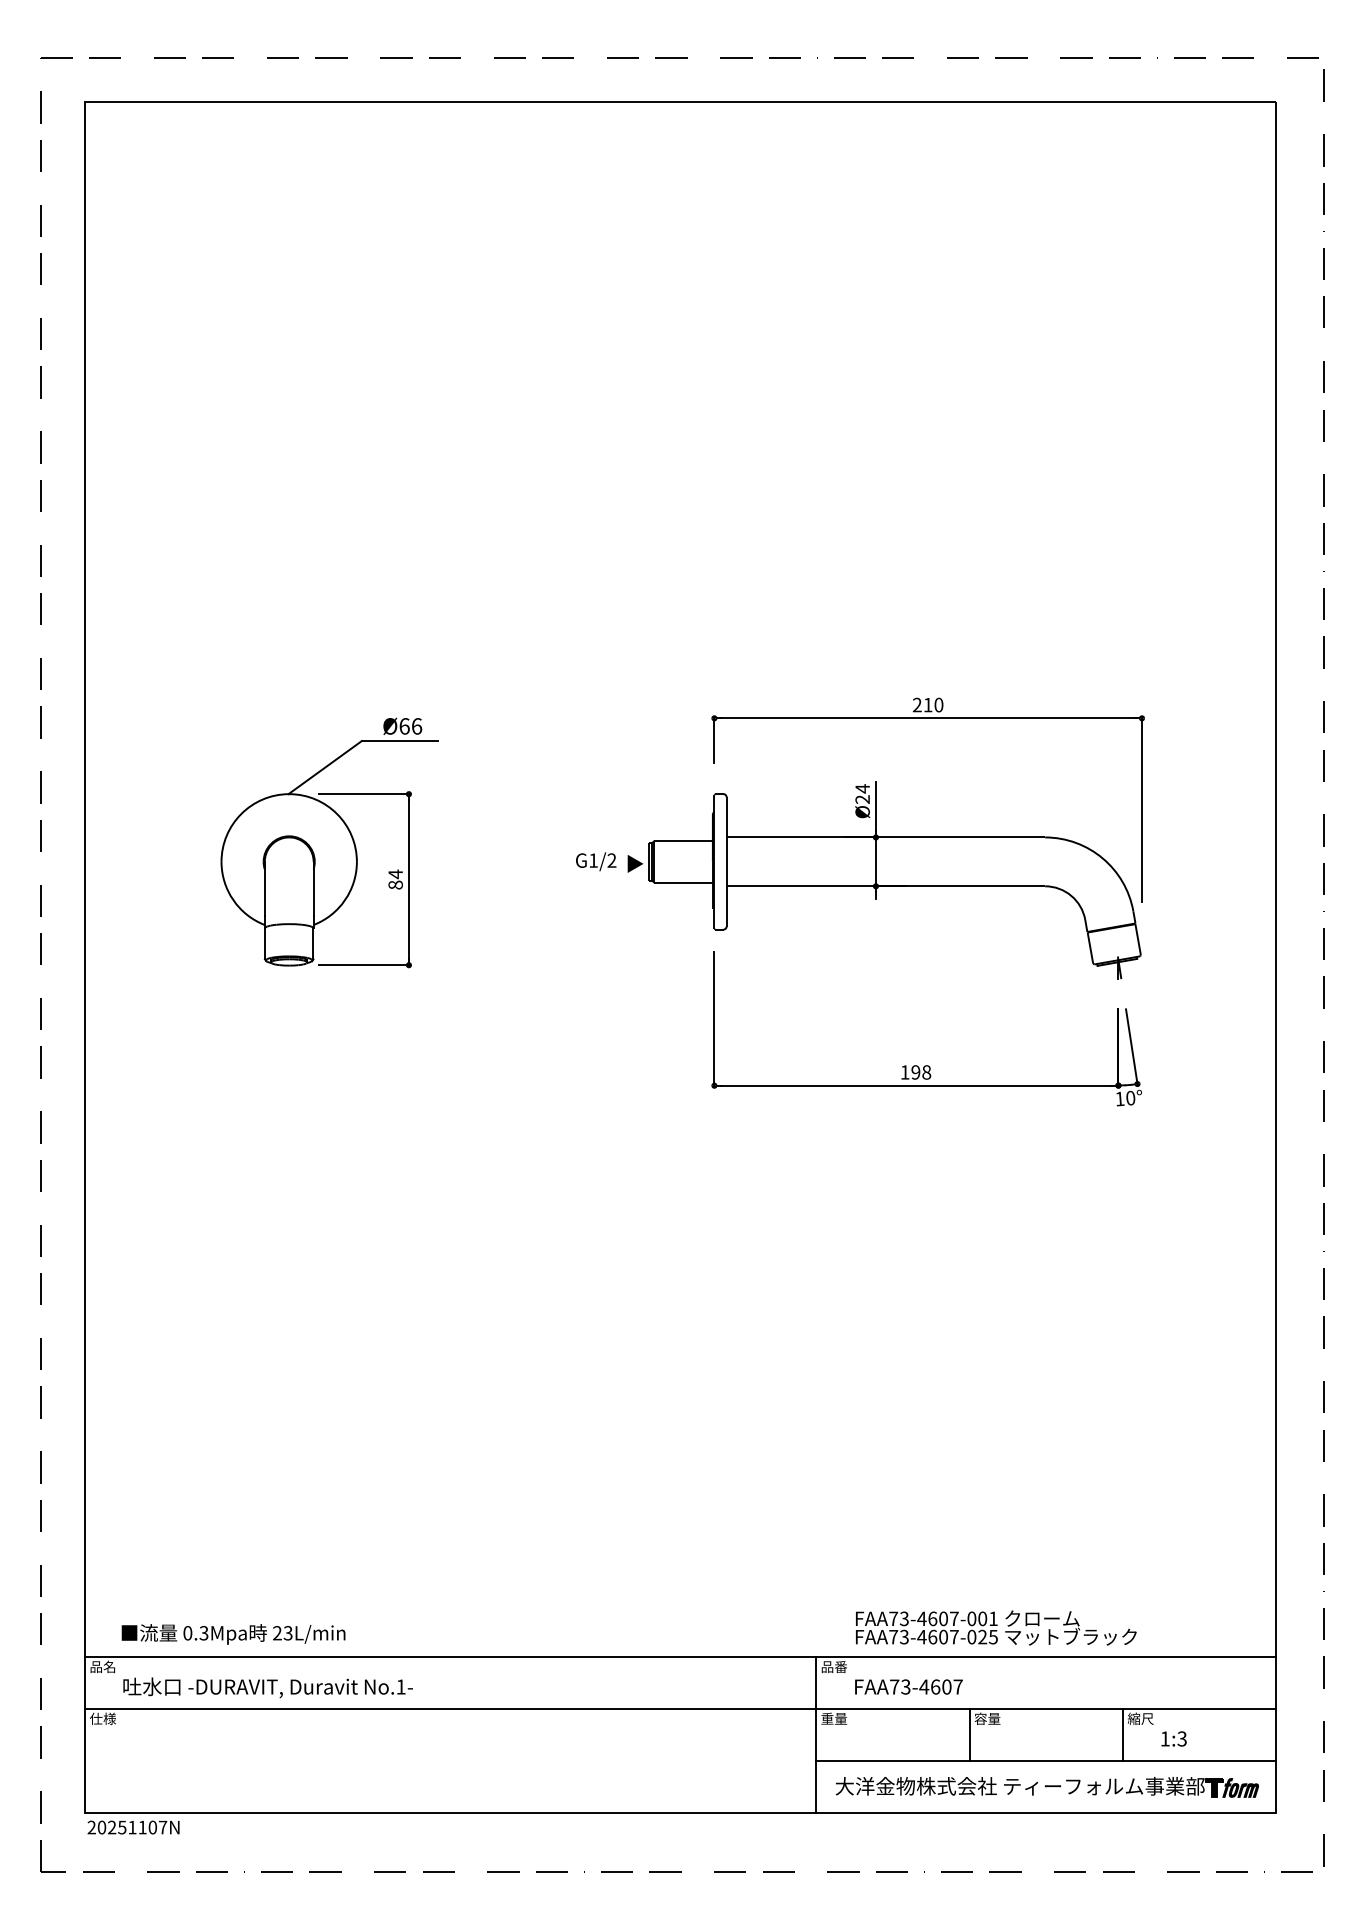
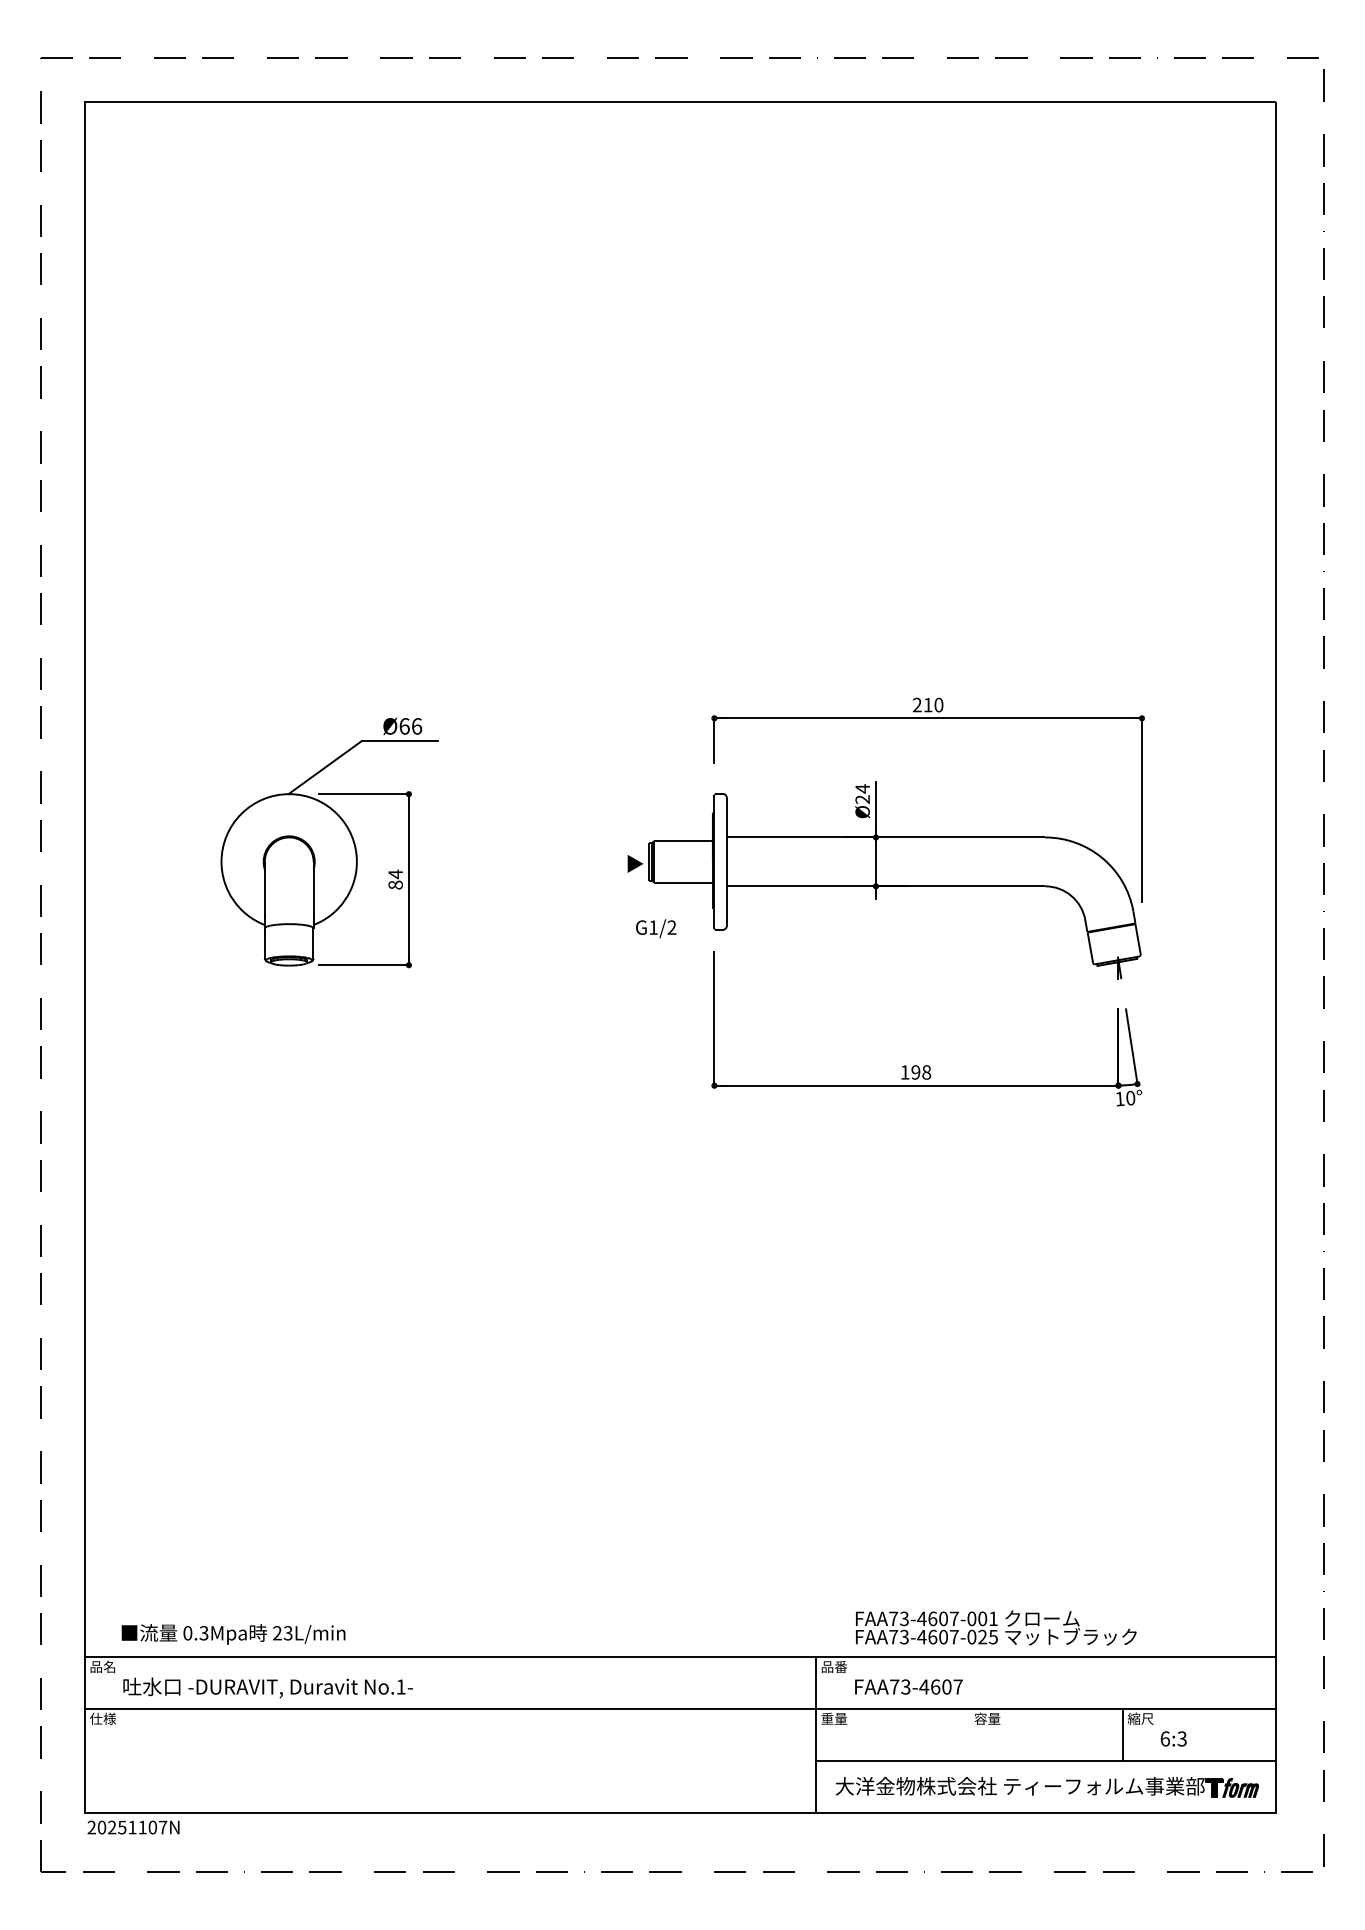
text at (596, 861) position: (596, 861) -> (656, 928)
line at (969, 1734): present -> none
text at (1165, 1738): 1:3 -> 6:3
